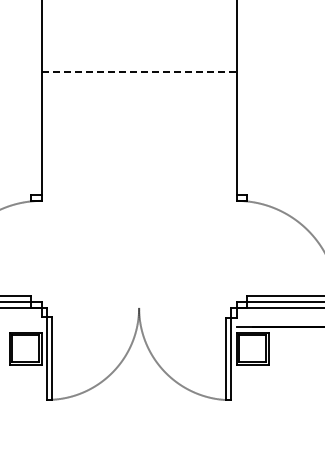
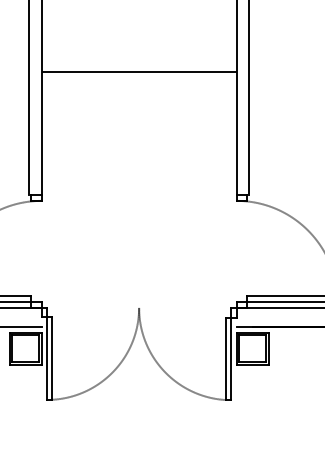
line at (139, 71): dashed -> solid
line at (28, 98): none -> present
line at (249, 98): none -> present
line at (21, 326): none -> present
